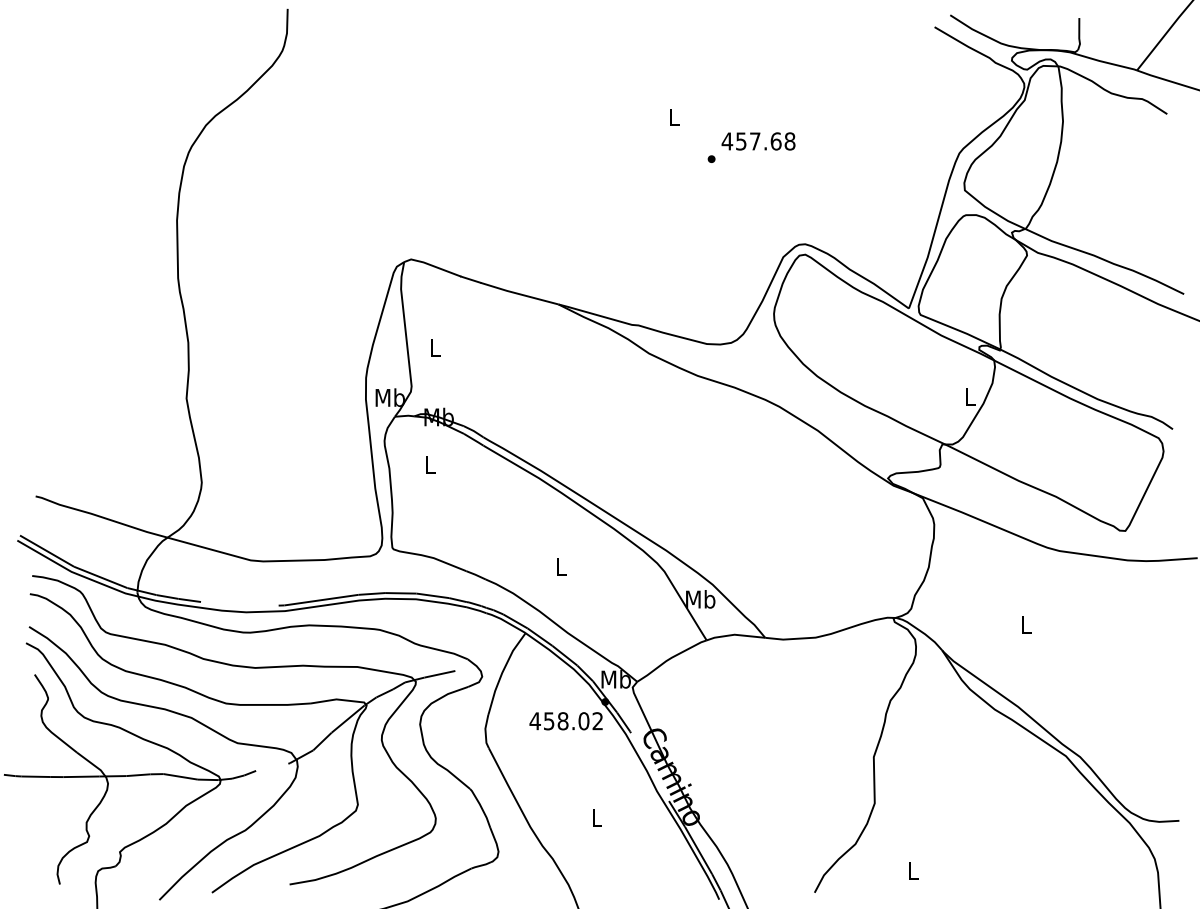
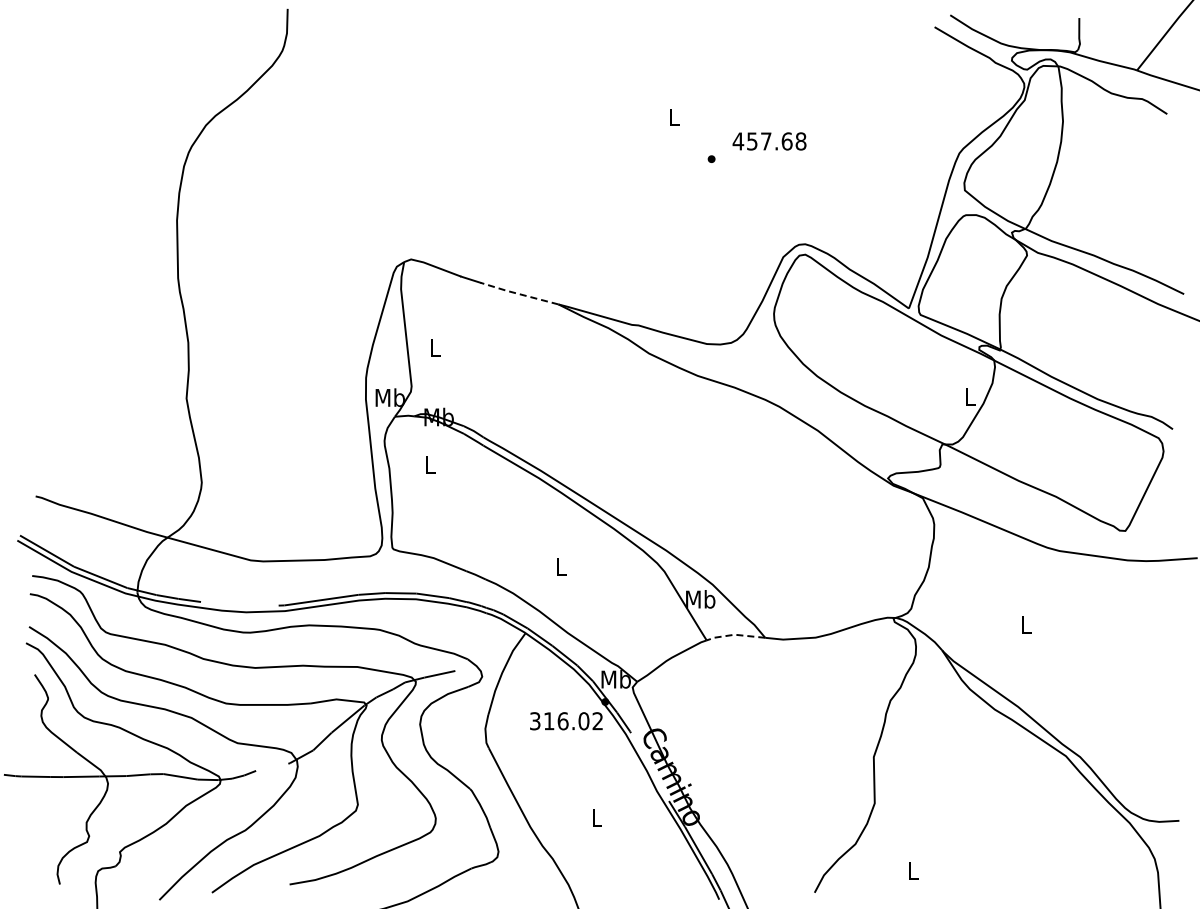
text at (758, 141) position: (758, 141) -> (769, 141)
line at (518, 293): solid -> dashed
line at (734, 634): solid -> dashed
text at (548, 721): 458.02 -> 316.02
